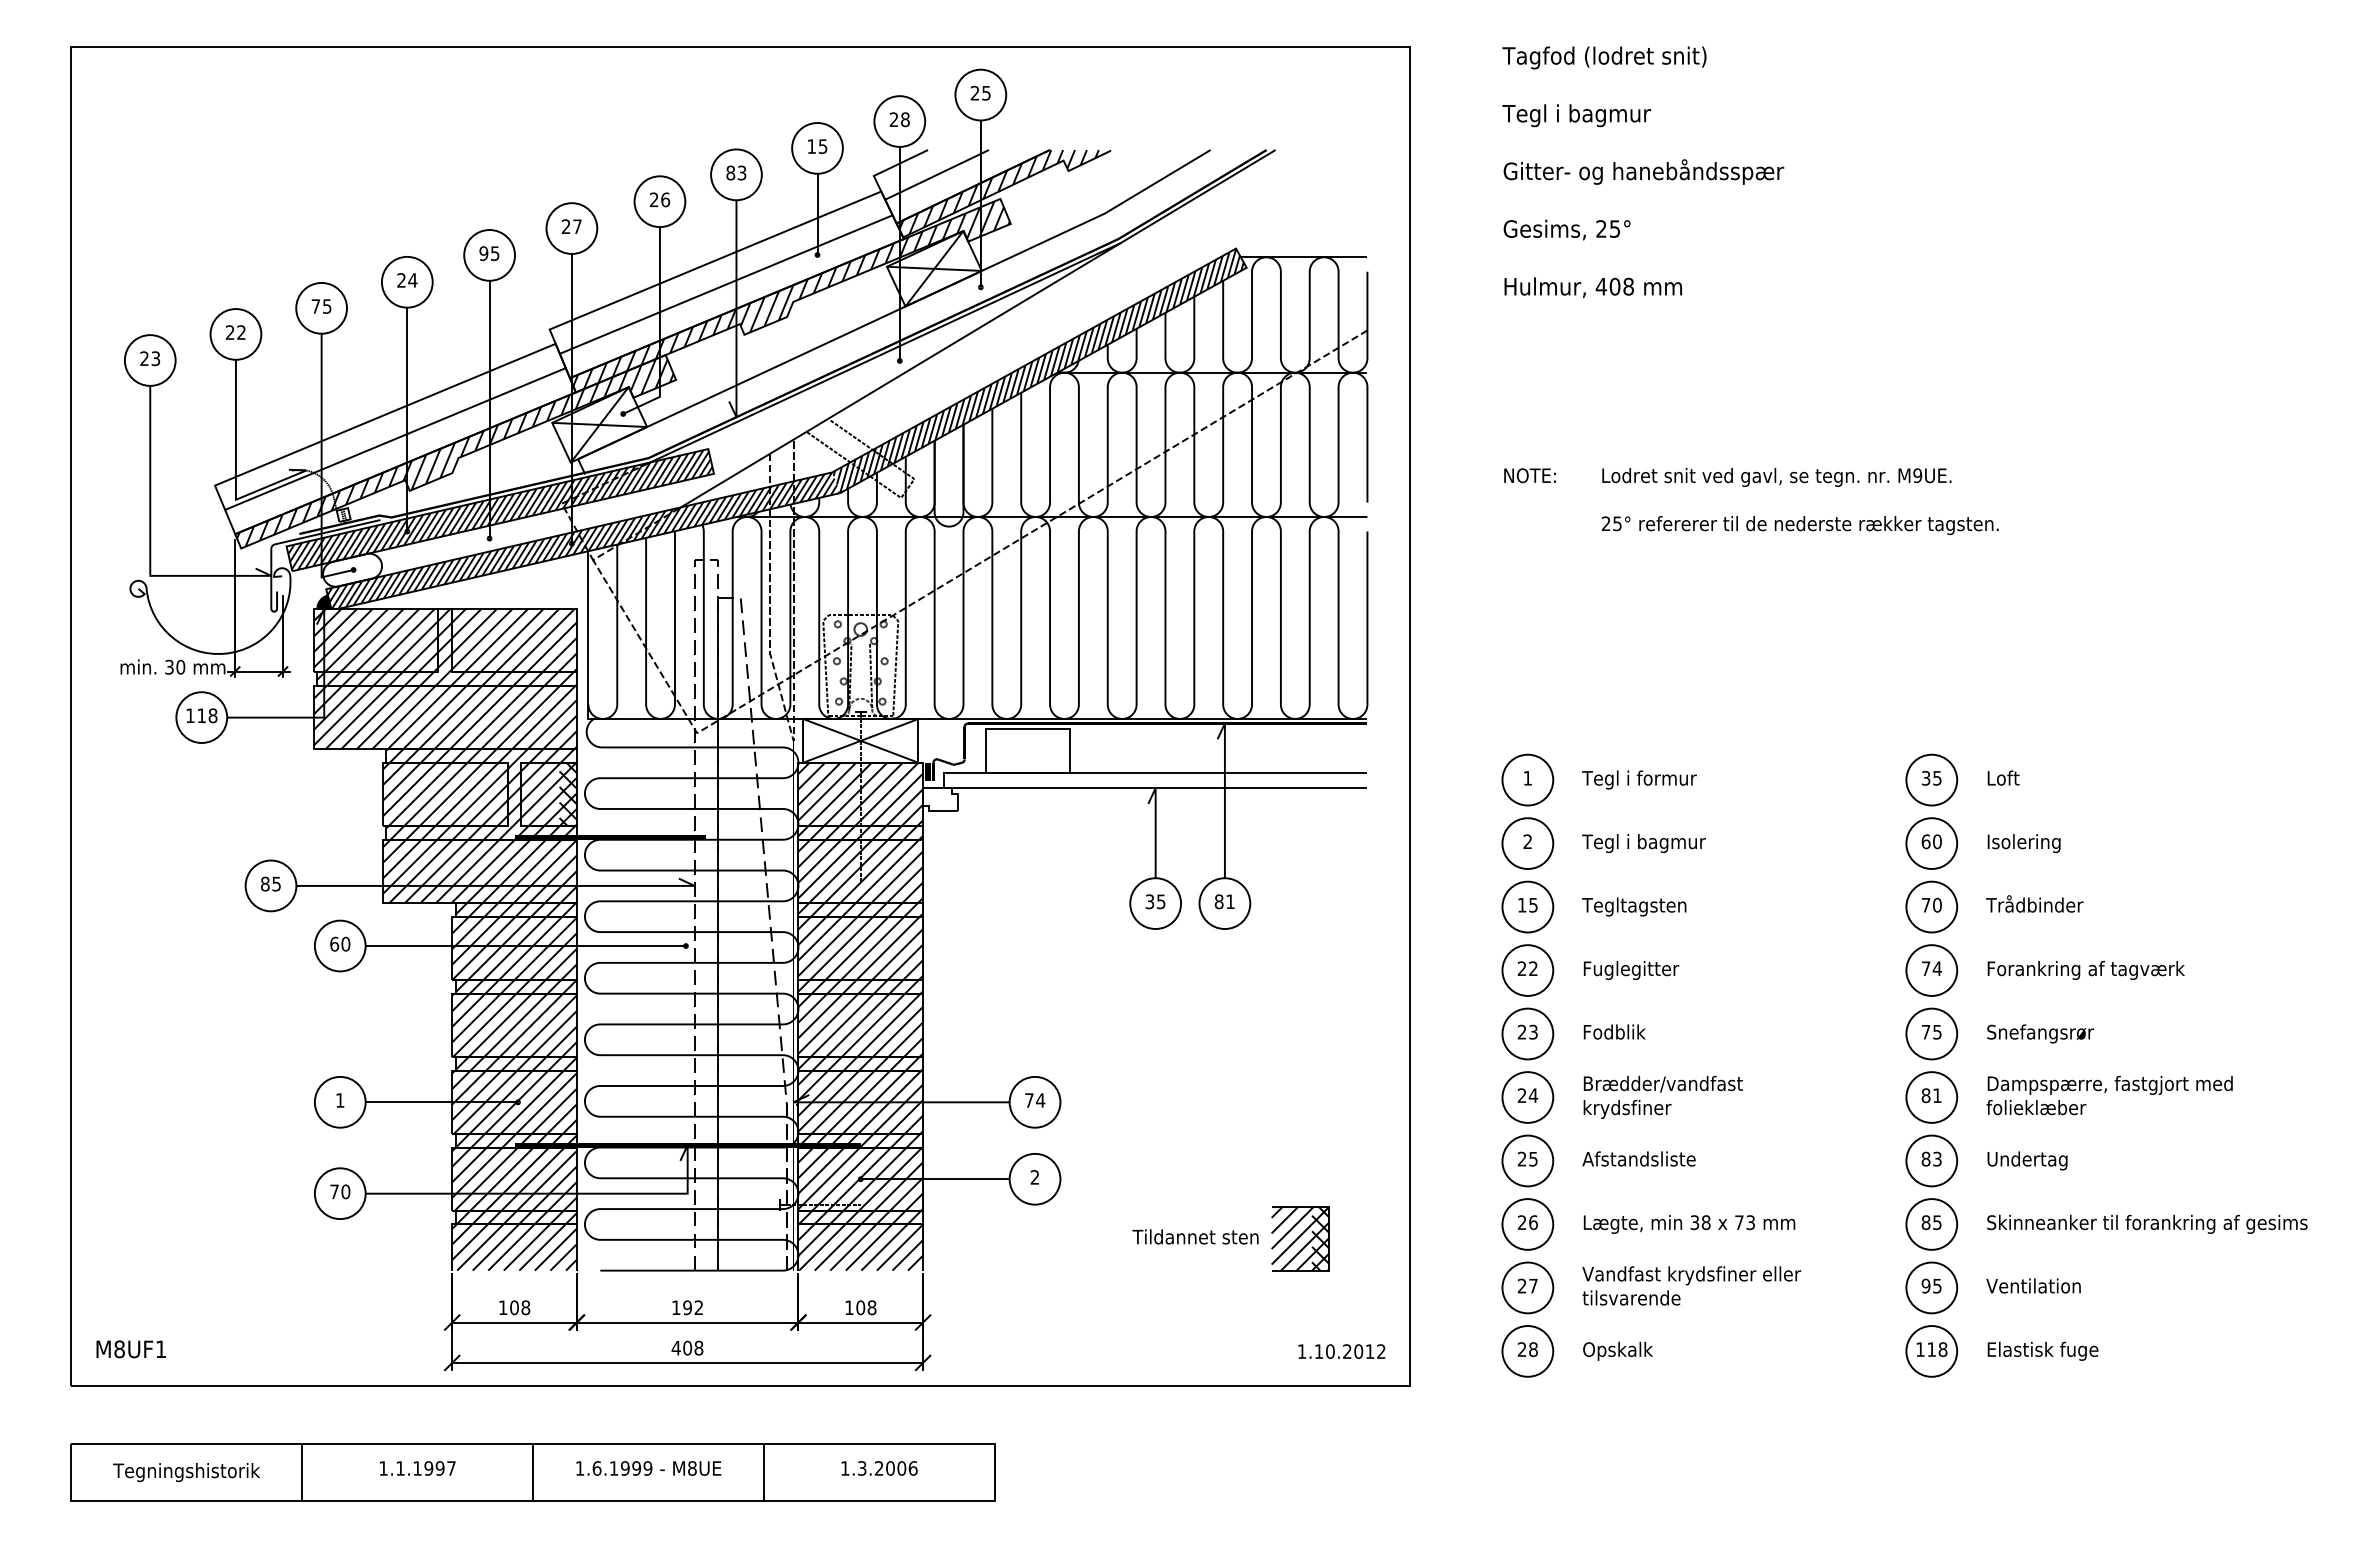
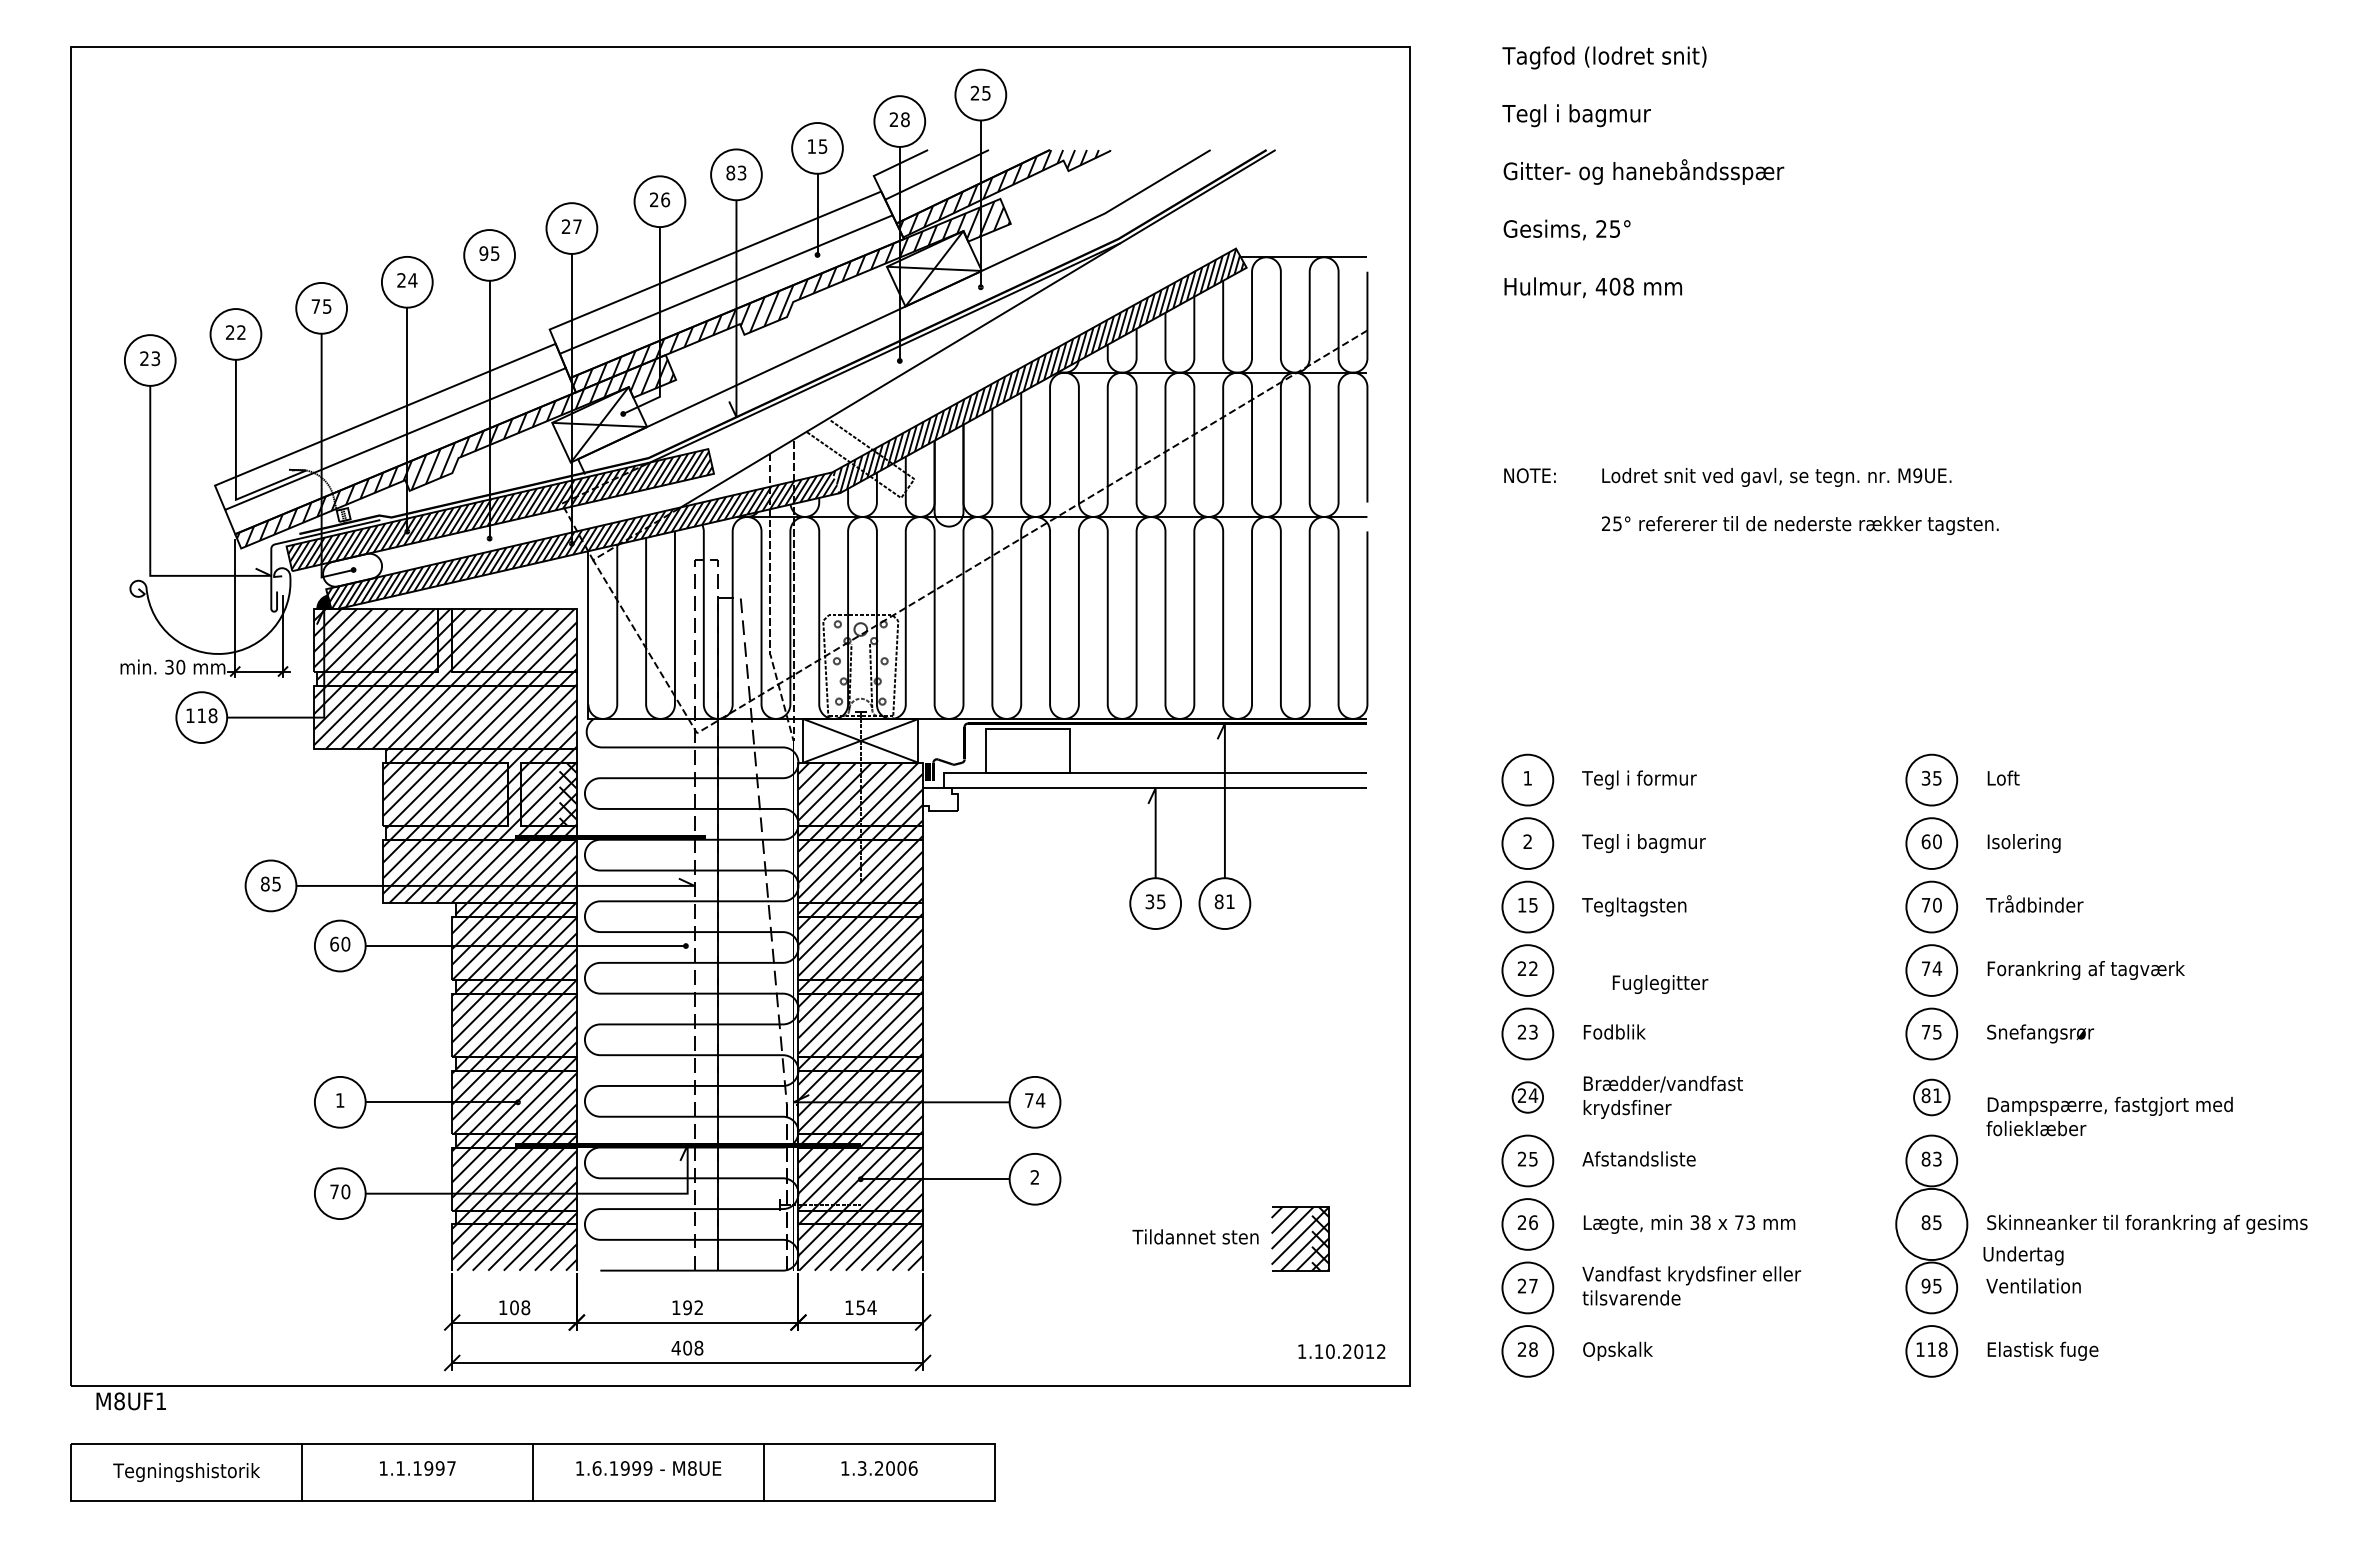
text at (1631, 970) position: (1631, 970) -> (1660, 984)
text at (2109, 1095) position: (2109, 1095) -> (2109, 1116)
circle at (1527, 1097) diameter: 51 px -> 30 px
circle at (1931, 1097) diameter: 51 px -> 36 px
text at (2027, 1160) position: (2027, 1160) -> (2023, 1255)
circle at (1931, 1224) diameter: 51 px -> 71 px
text at (866, 1307): 108 -> 154
text at (130, 1349) position: (130, 1349) -> (130, 1401)
